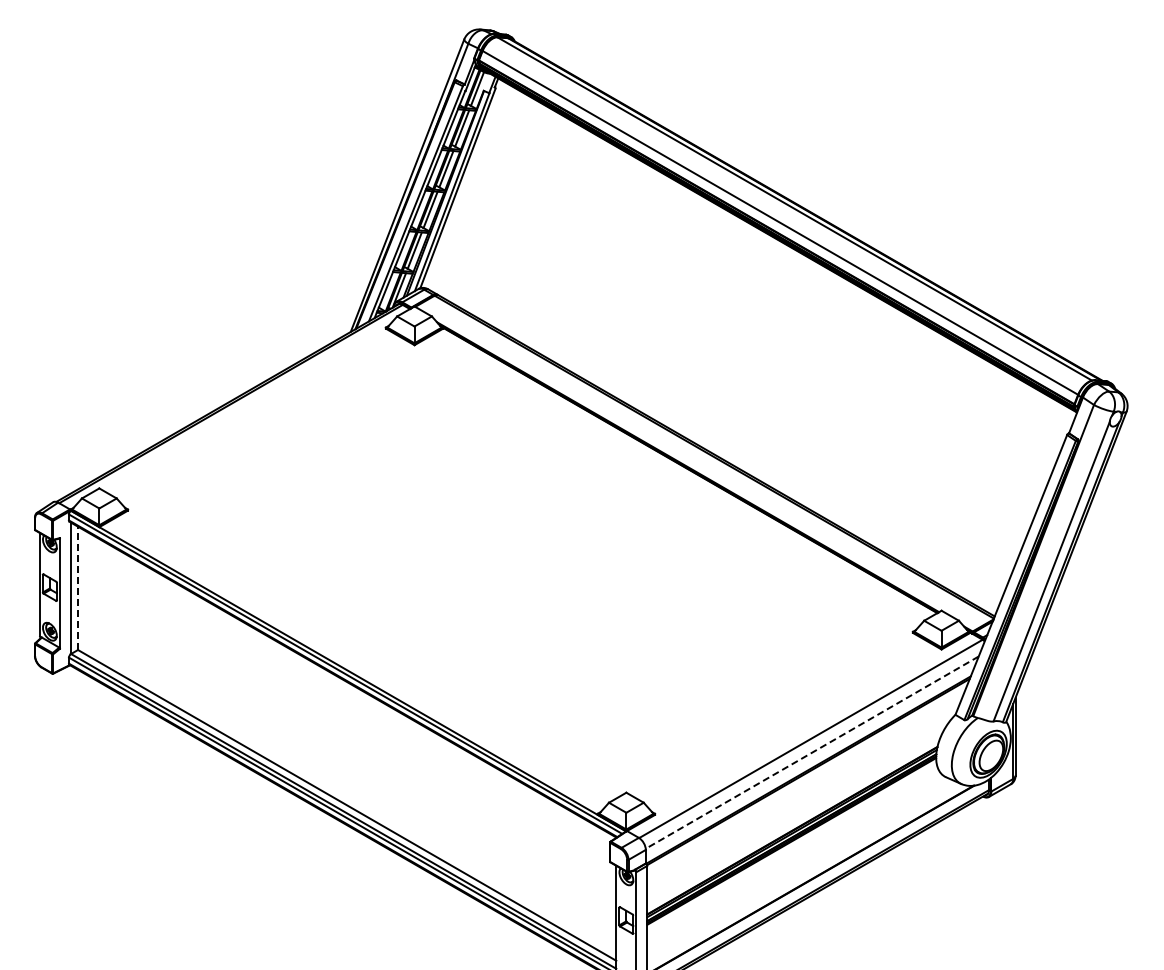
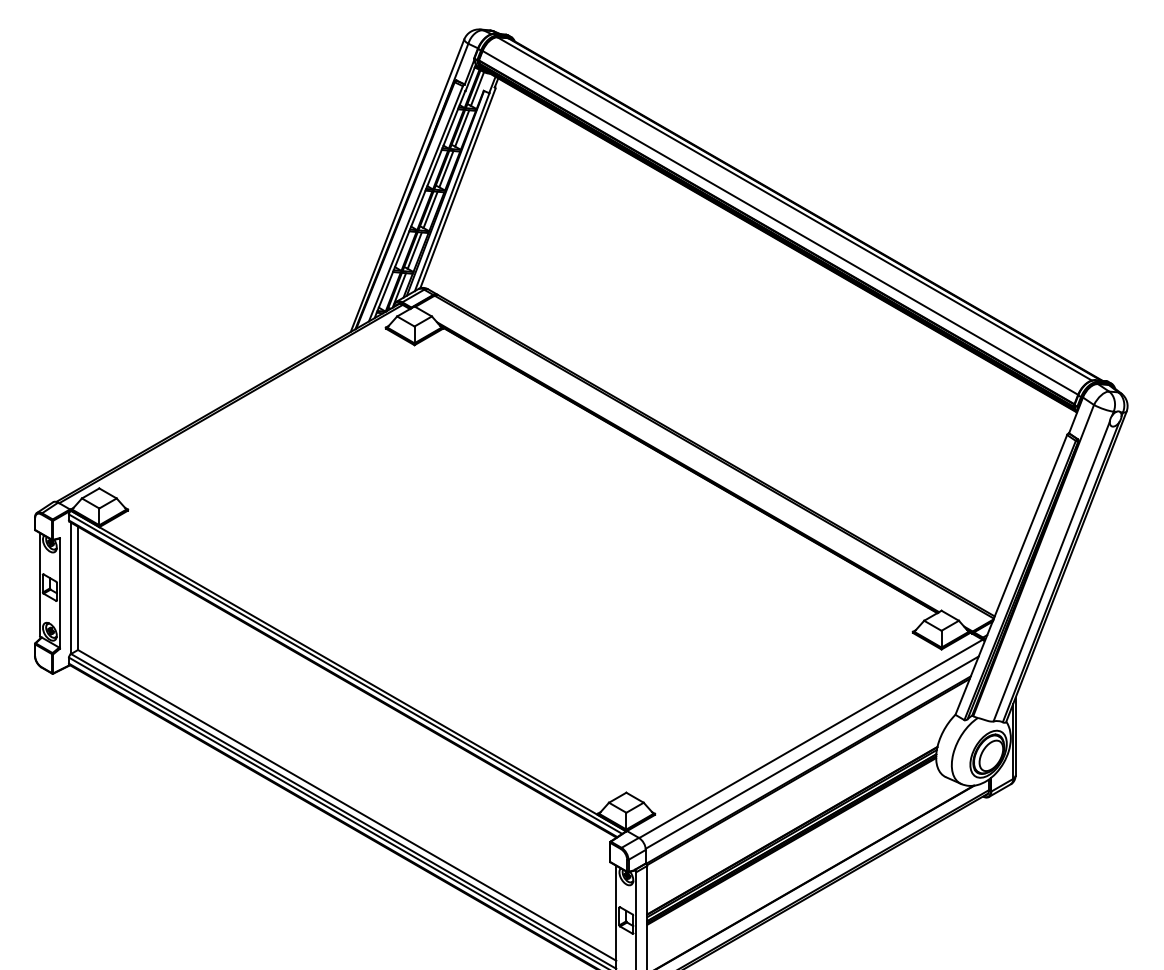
line at (77, 588): dashed -> solid
line at (811, 752): dashed -> solid
